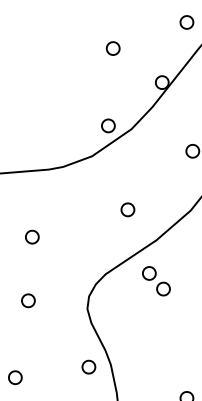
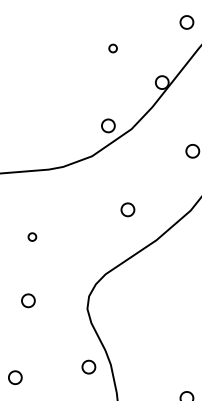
part at (112, 48) size: 16x15 px -> 10x11 px
part at (32, 236) size: 15x16 px -> 11x10 px
part at (156, 281): present -> none
